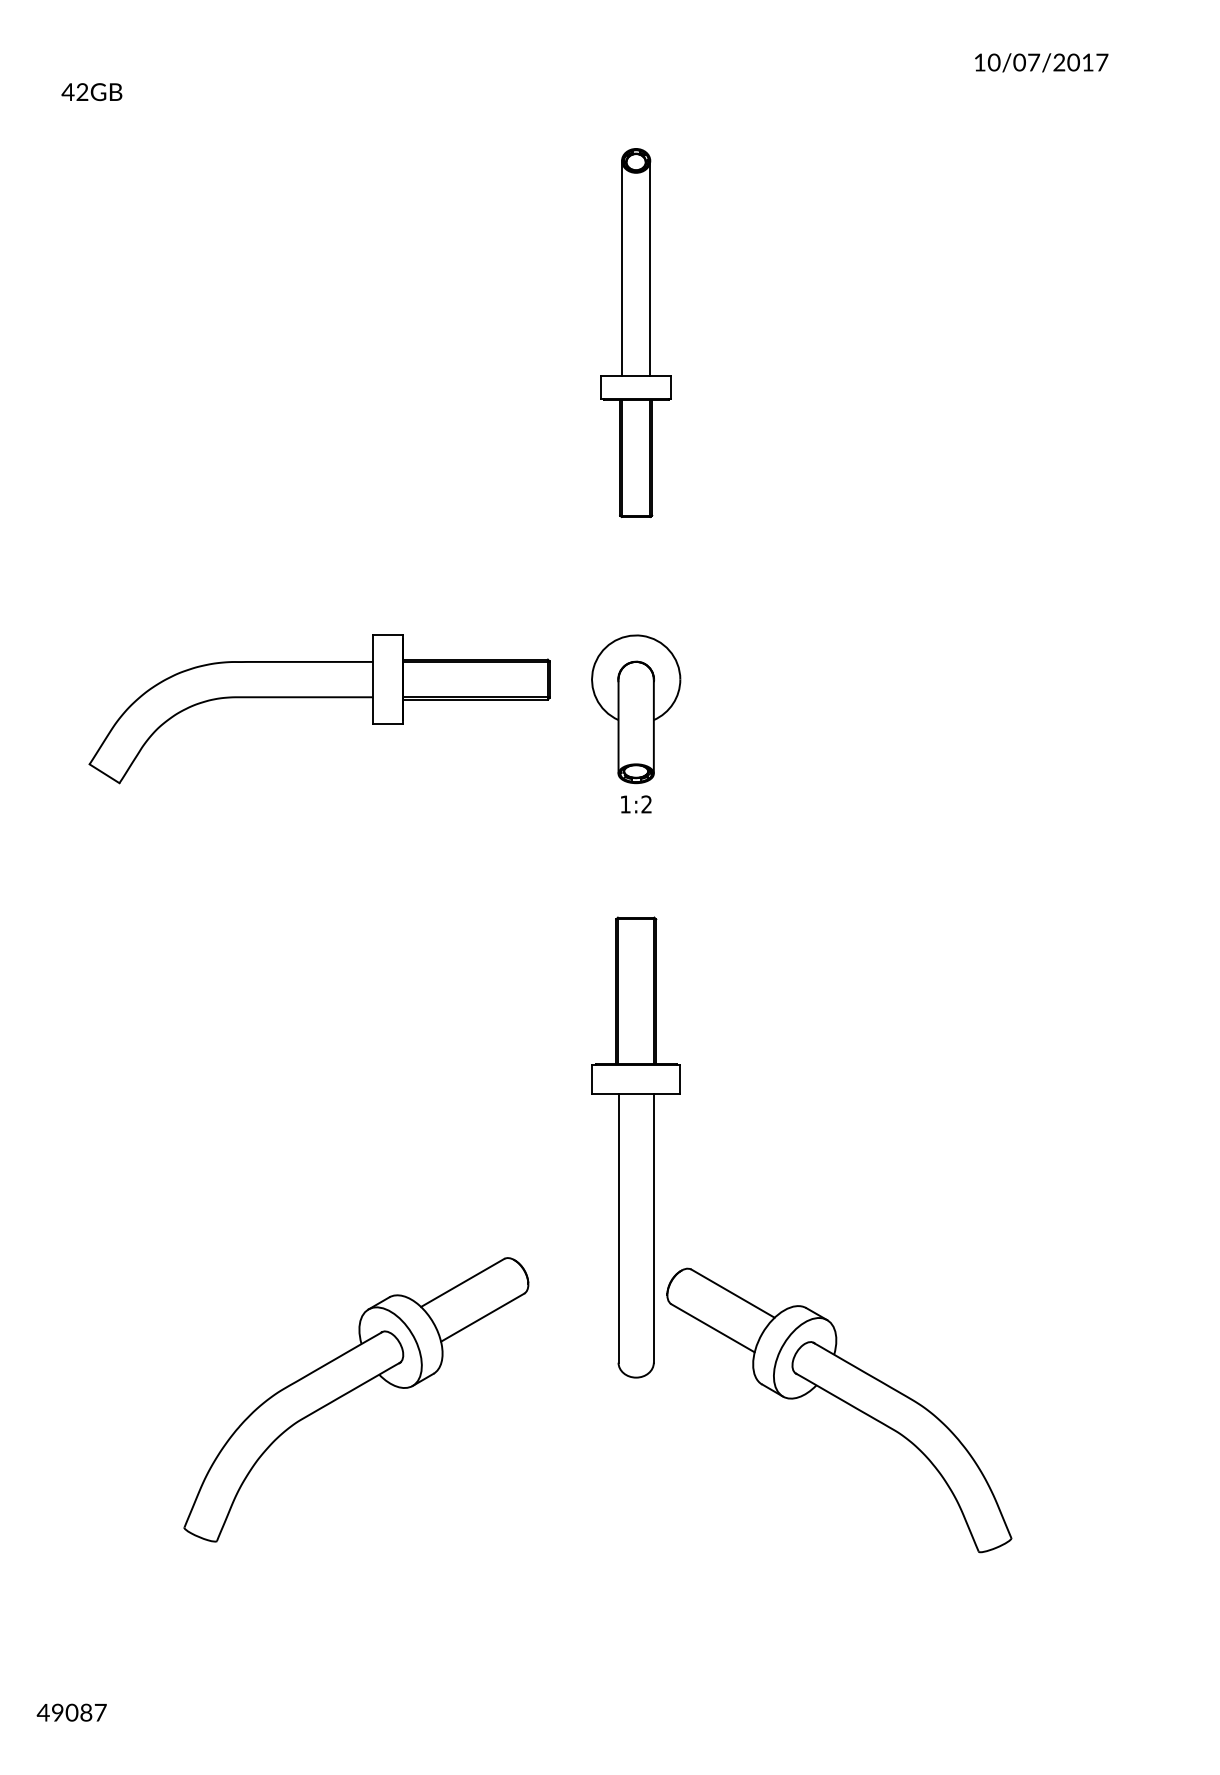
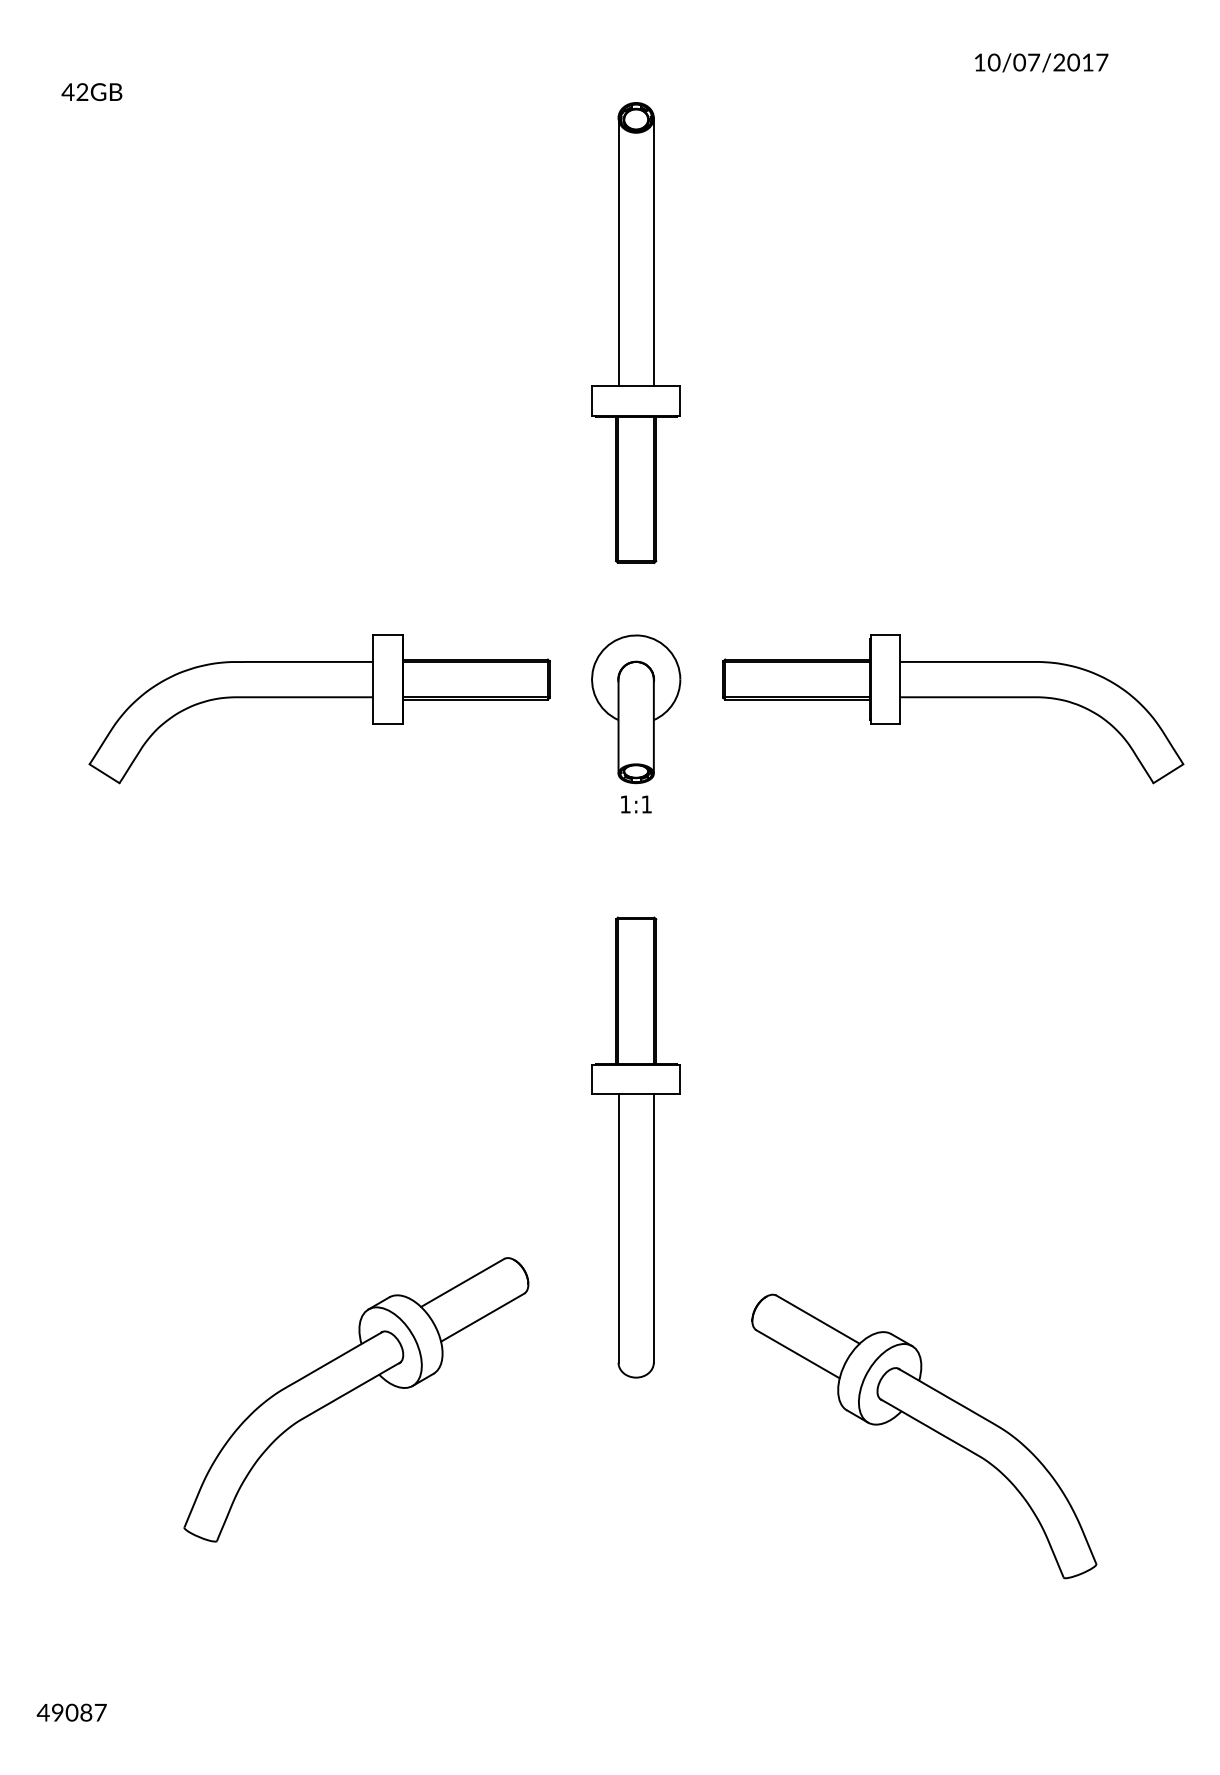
part at (635, 332) size: 72x370 px -> 90x462 px
part at (953, 698): none -> present
text at (646, 804): 1:2 -> 1:1
part at (845, 1403) position: (845, 1403) -> (930, 1429)
